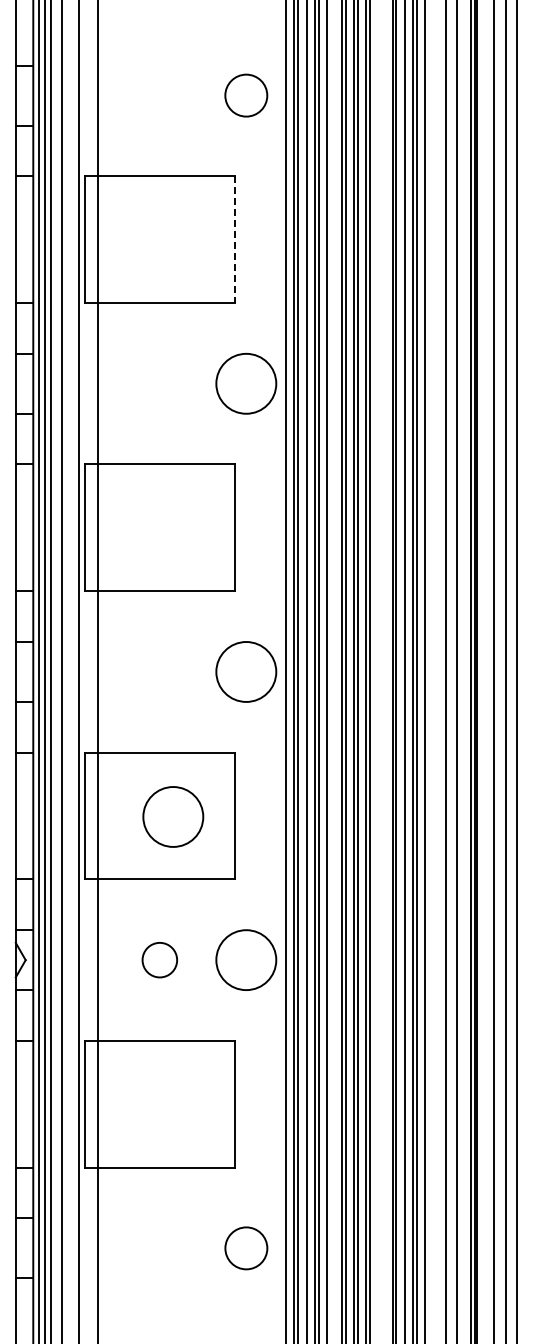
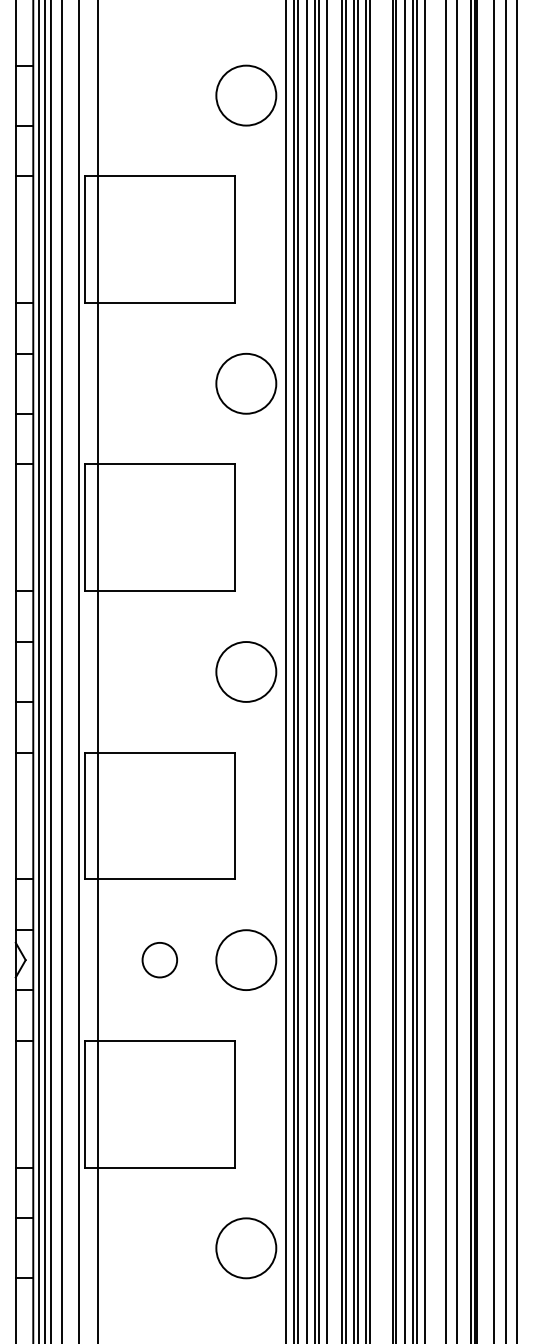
circle at (246, 95) diameter: 42 px -> 60 px
line at (234, 240): dashed -> solid
circle at (173, 816): present -> none
circle at (246, 1248) size: 45x45 px -> 63x63 px
